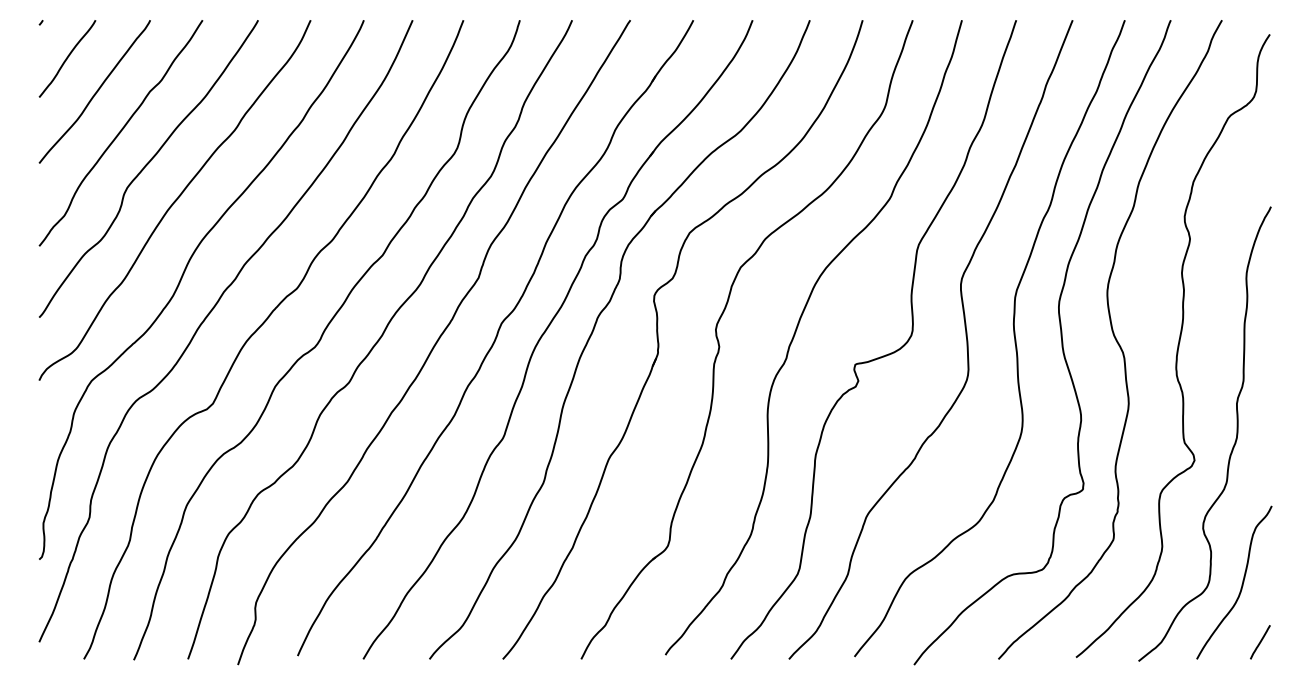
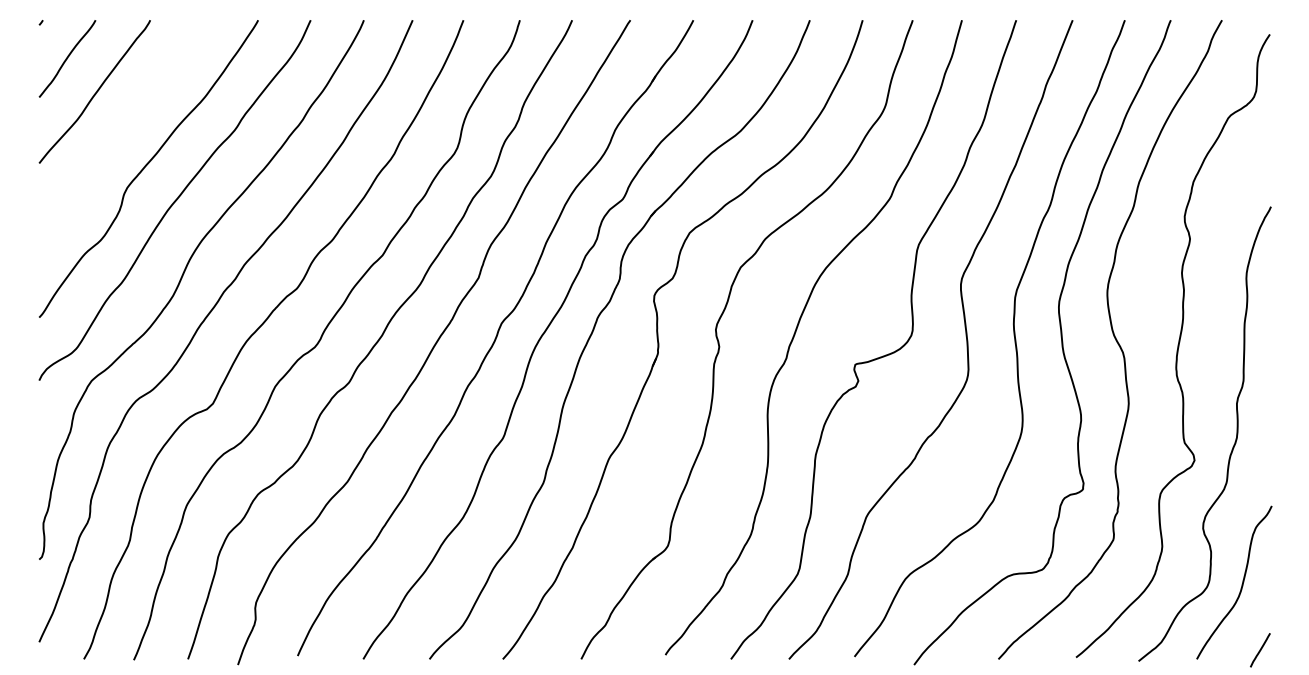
curve at (120, 133): present -> none
line at (1260, 642) position: (1260, 642) -> (1260, 650)
